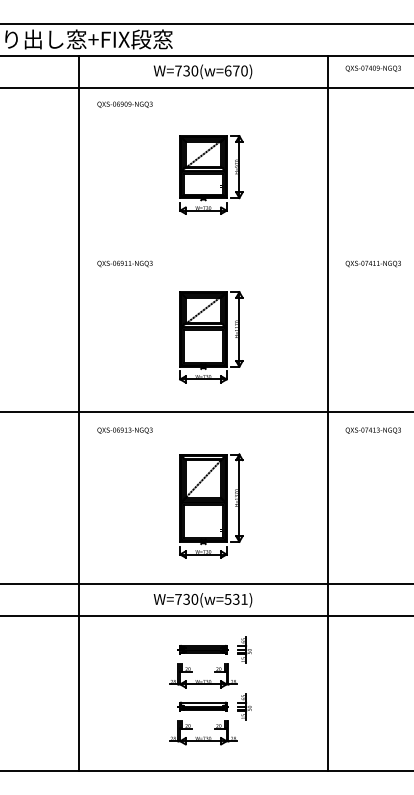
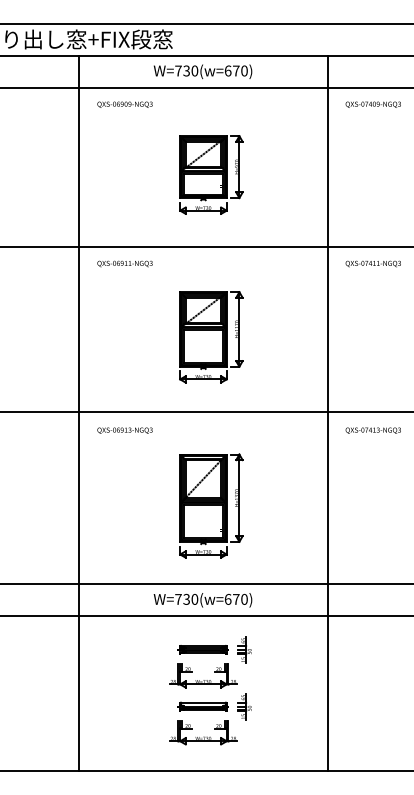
text at (372, 68) position: (372, 68) -> (372, 104)
line at (206, 246): none -> present
text at (235, 598): W=730(w=531) -> W=730(w=670)
